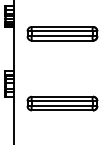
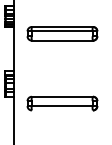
line at (61, 36): present -> none
line at (61, 101): present -> none
line at (61, 110): present -> none
